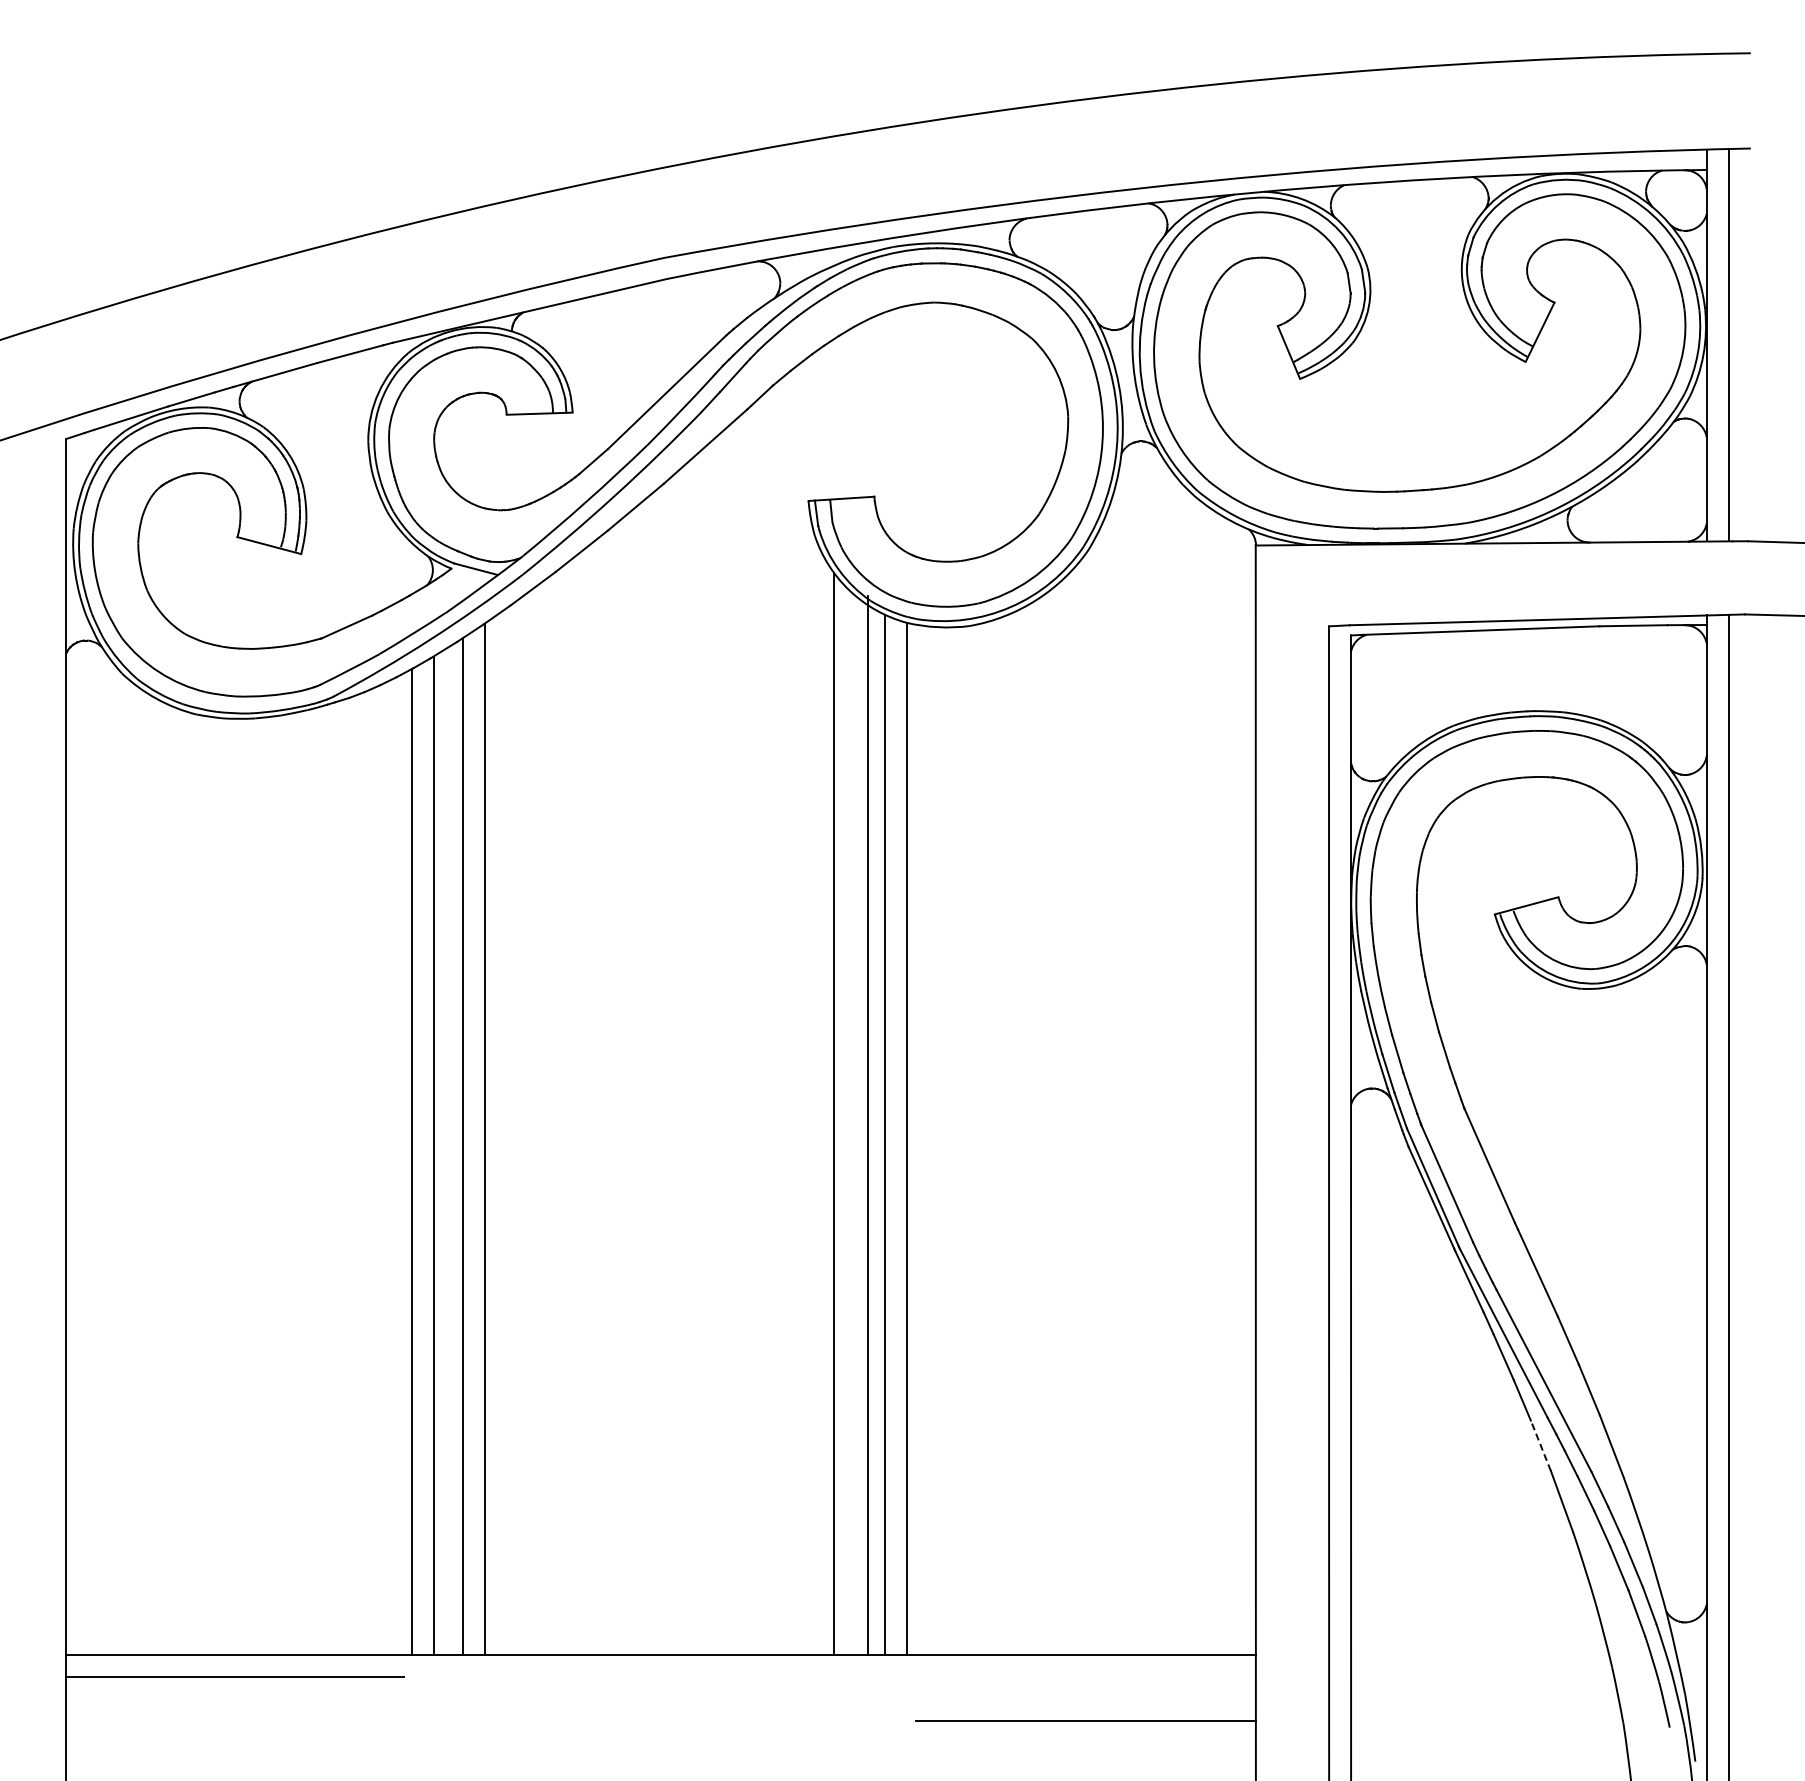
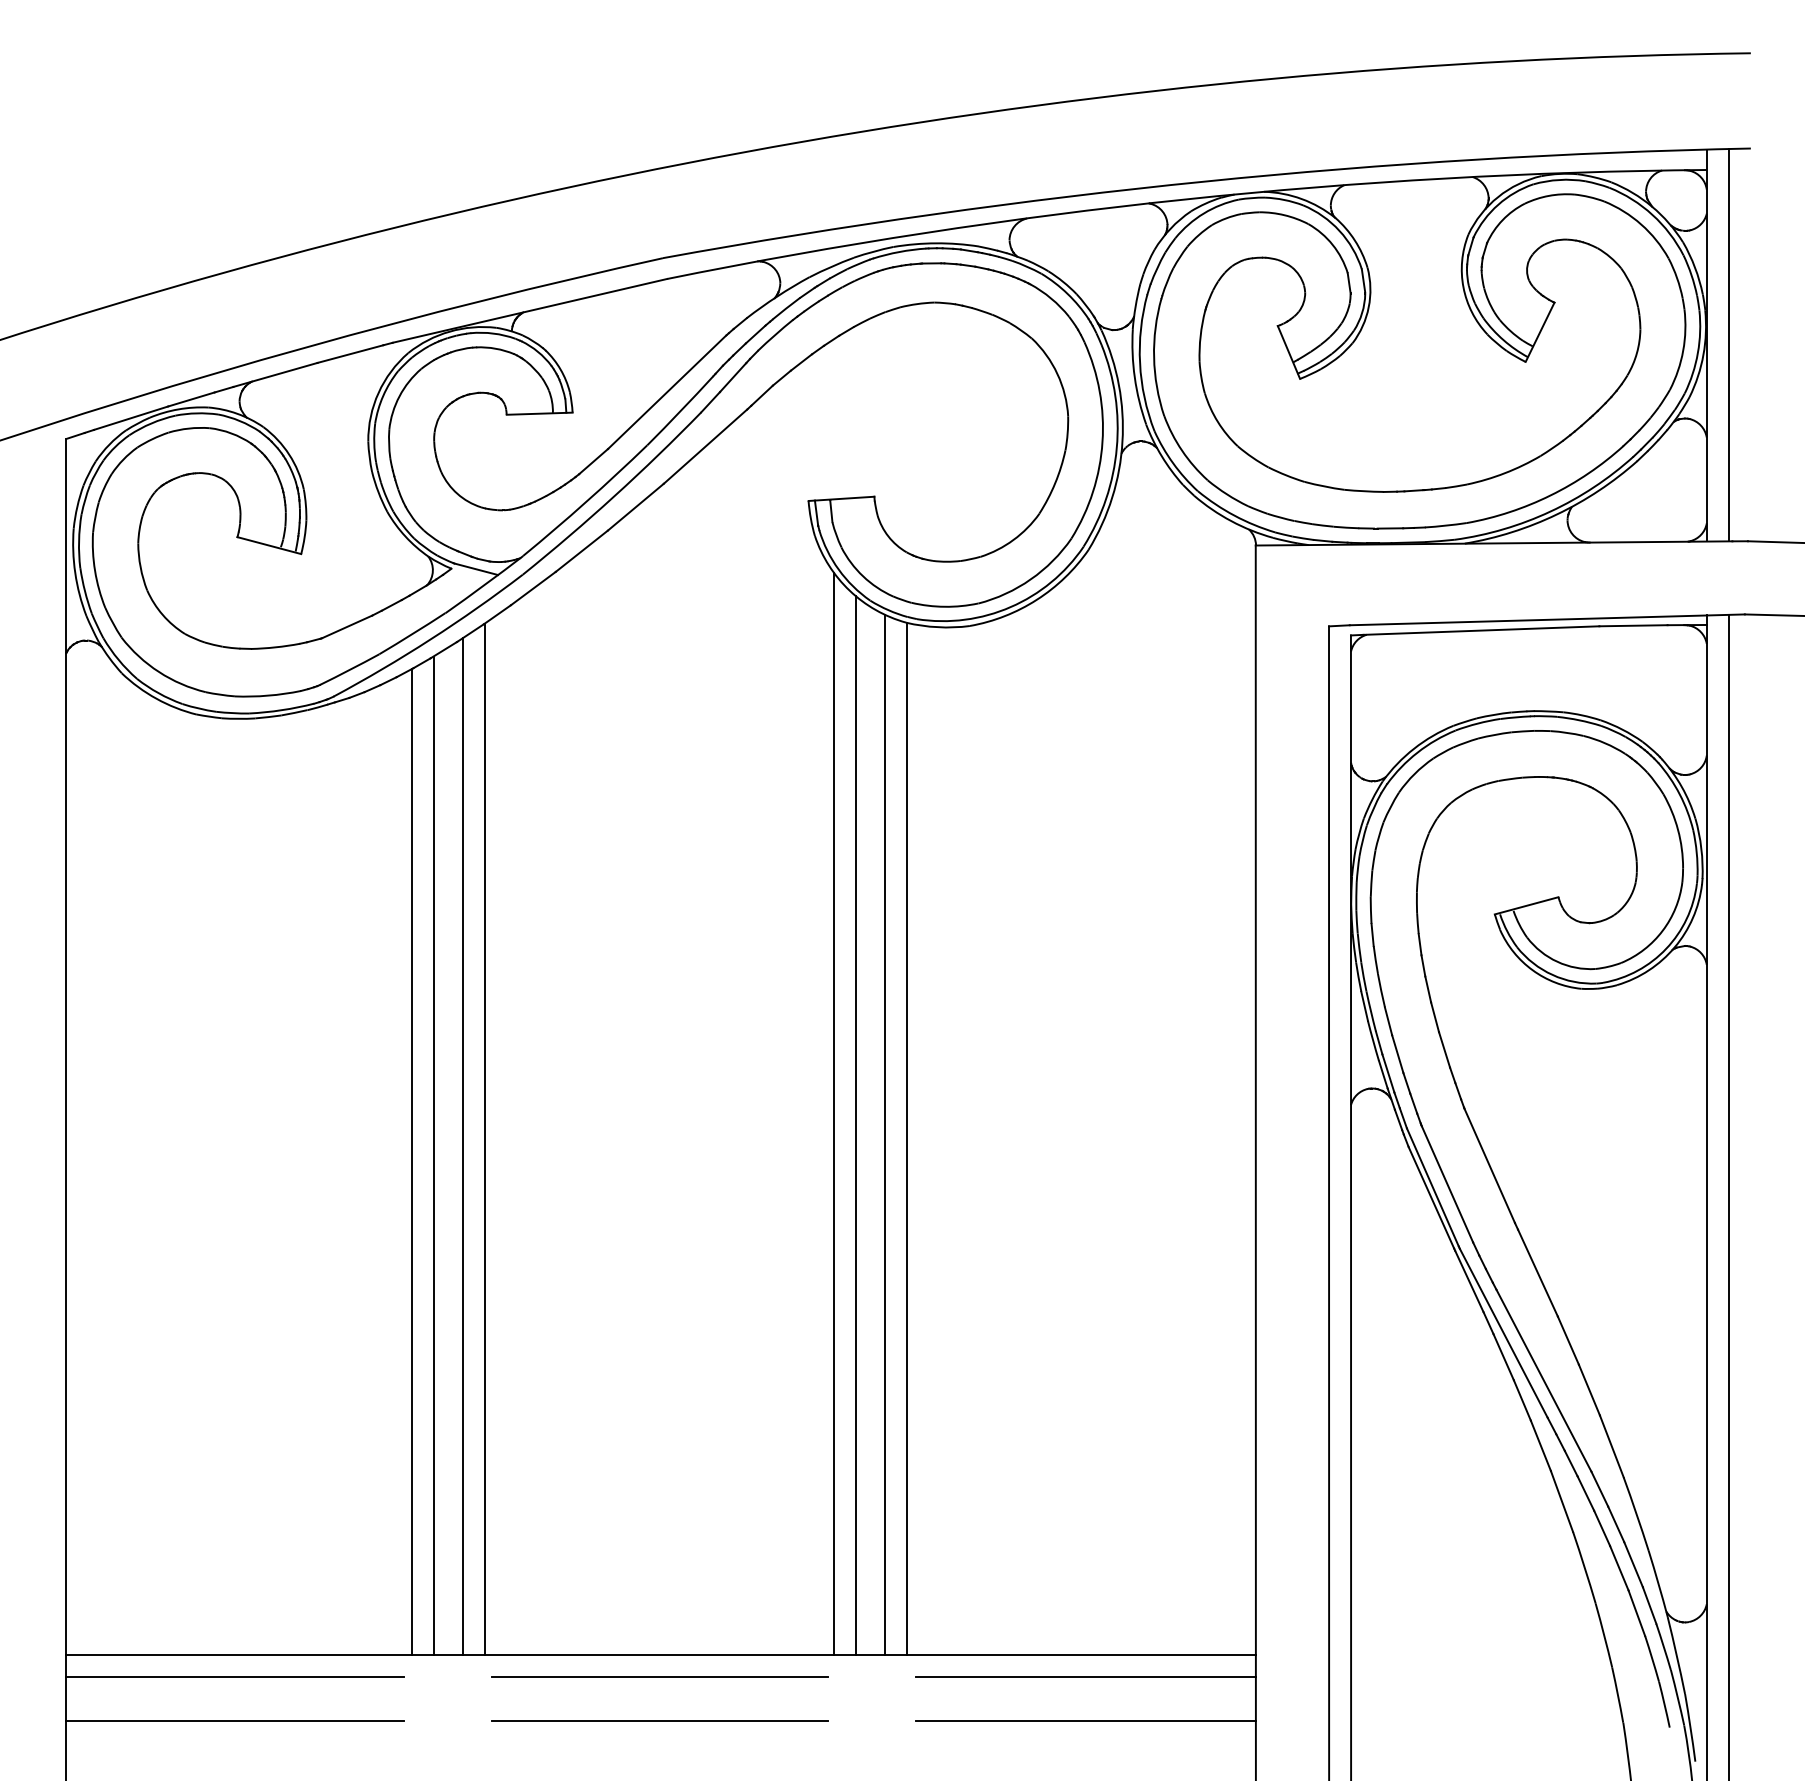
line at (867, 1125) position: (867, 1125) -> (855, 1125)
line at (1540, 1445): dashed -> solid
line at (659, 1676): none -> present
line at (1085, 1676): none -> present
line at (235, 1720): none -> present
line at (659, 1720): none -> present
